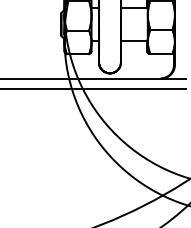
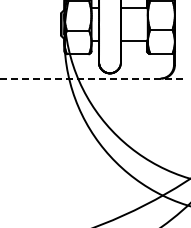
line at (92, 78): solid -> dashed
line at (93, 89): present -> none
